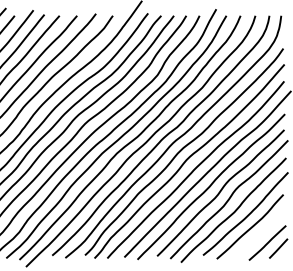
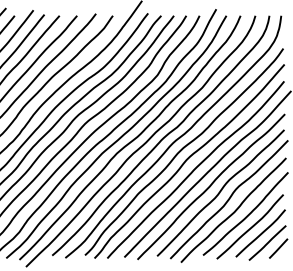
curve at (260, 233): none -> present
